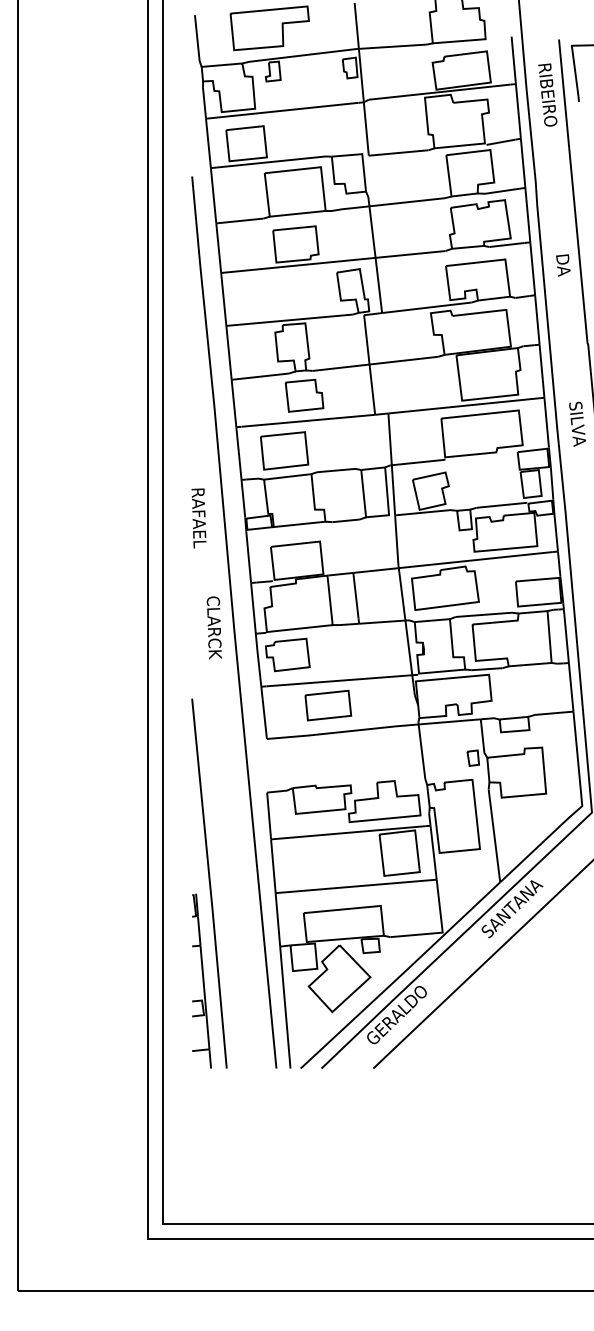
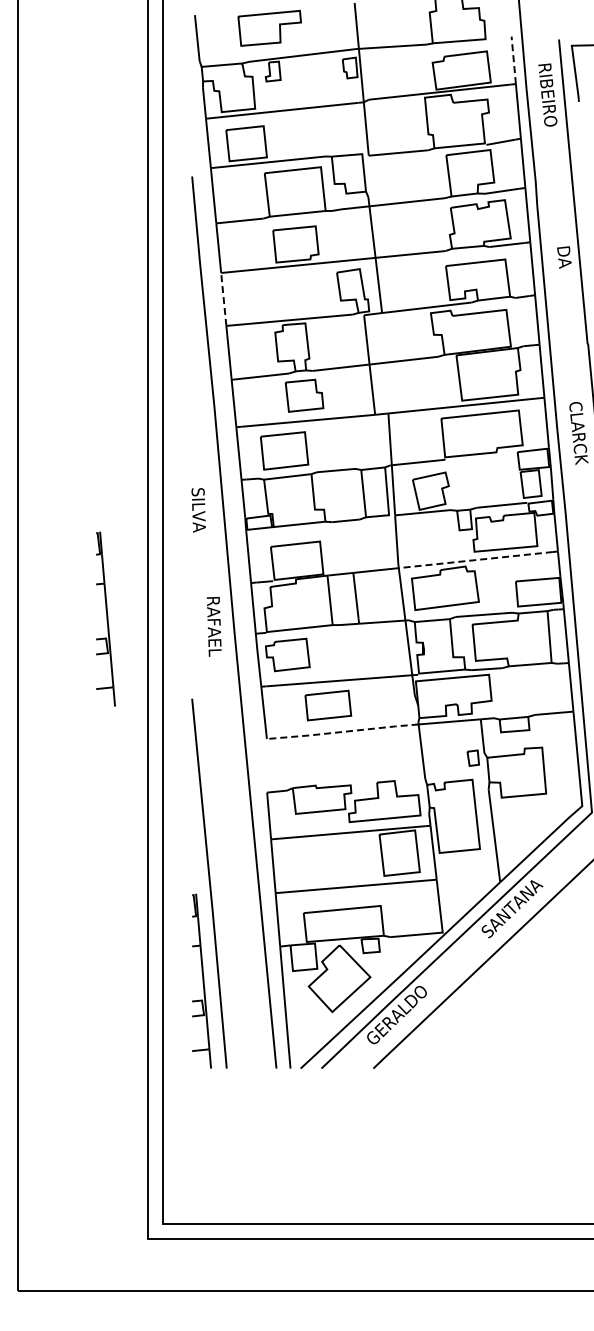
part at (269, 28) size: 81x47 px -> 65x38 px
line at (513, 60): solid -> dashed
text at (563, 265) position: (563, 265) -> (564, 257)
line at (223, 299): solid -> dashed
text at (578, 433): SILVA -> CLARCK
text at (198, 518): RAFAEL -> SILVA
line at (475, 560): solid -> dashed
part at (105, 618): none -> present
text at (213, 627): CLARCK -> RAFAEL
line at (343, 731): solid -> dashed
